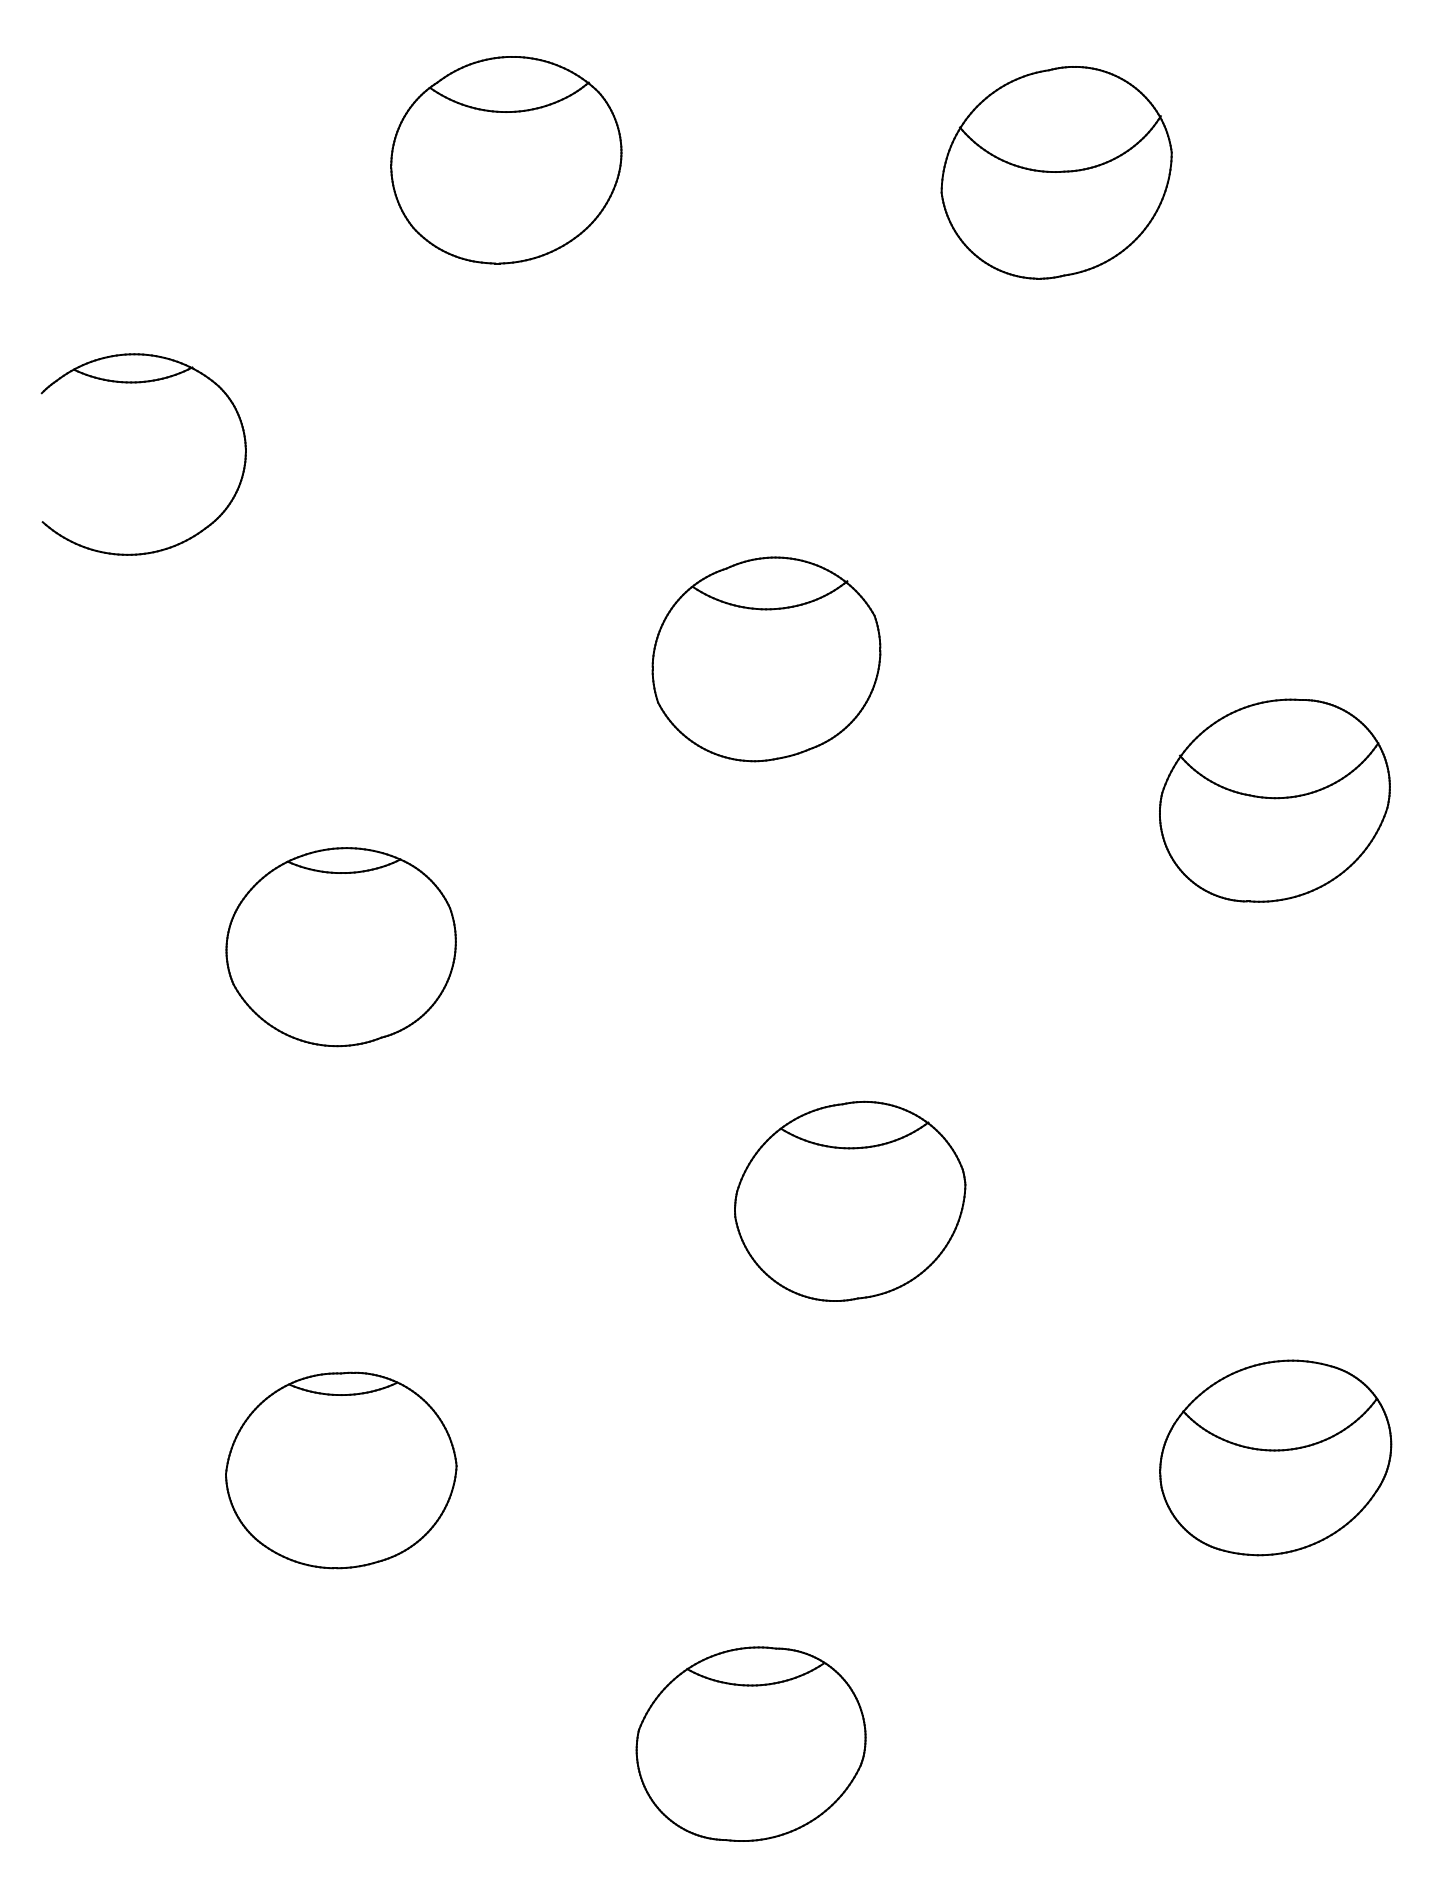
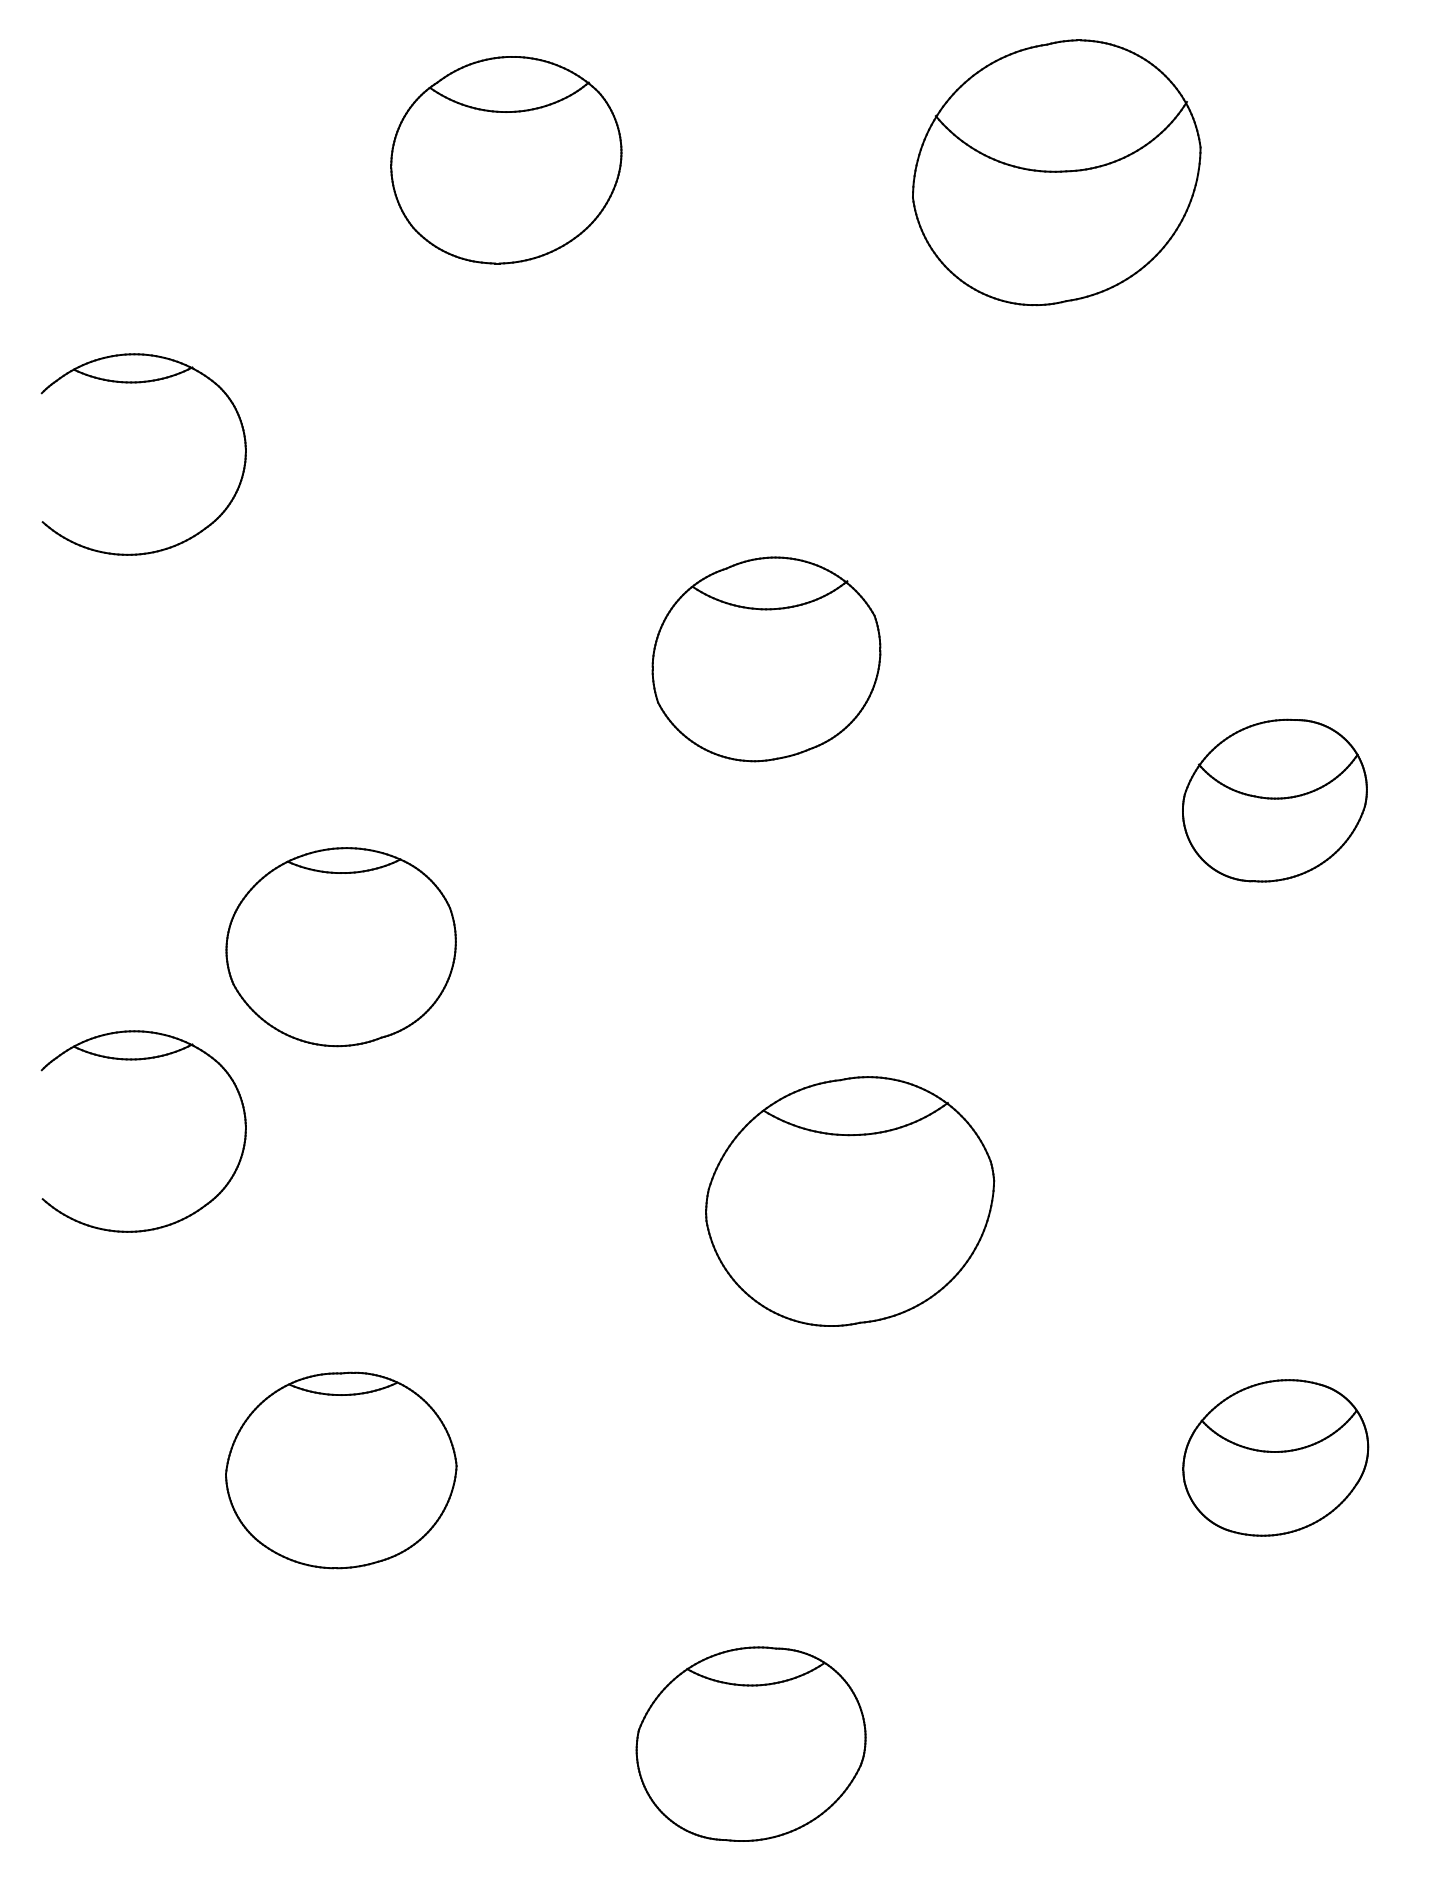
part at (1056, 172) size: 233x214 px -> 290x268 px
part at (1274, 800) size: 232x205 px -> 186x165 px
part at (140, 1060): none -> present
part at (850, 1200) size: 233x202 px -> 291x251 px
part at (1275, 1457) size: 234x198 px -> 188x158 px
